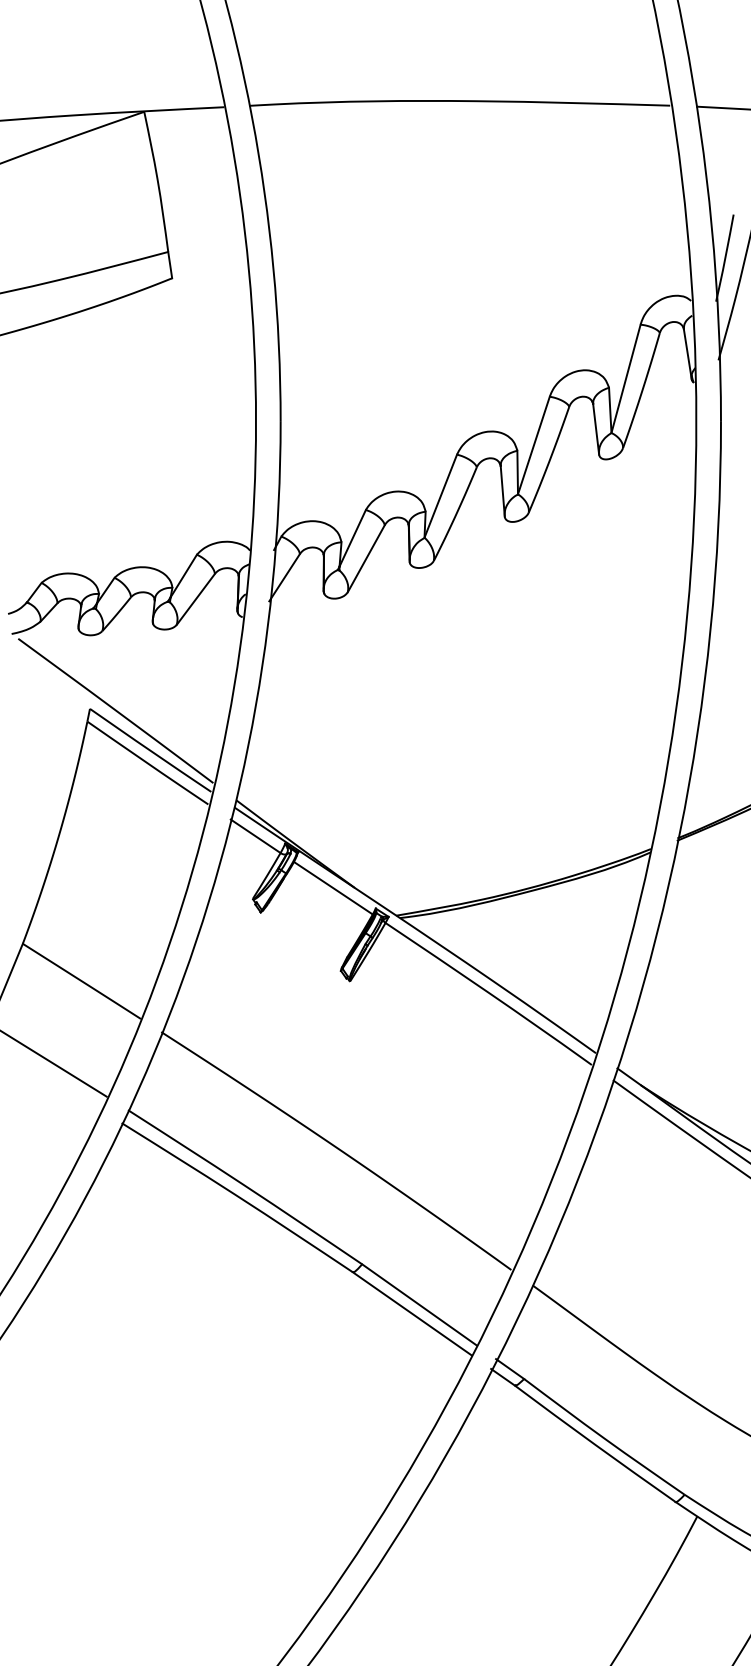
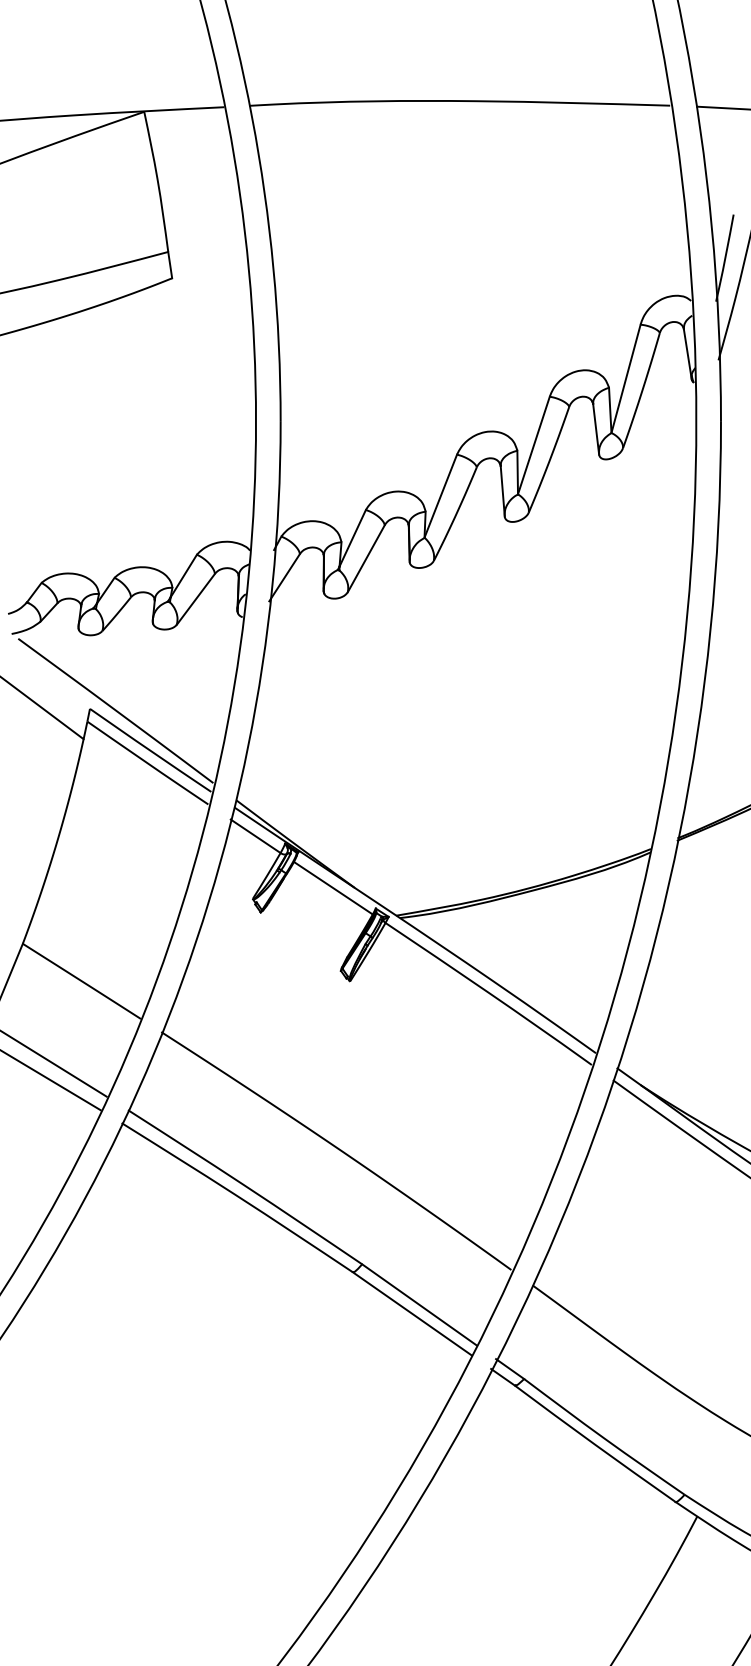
line at (42, 708): none -> present
line at (51, 1080): none -> present
